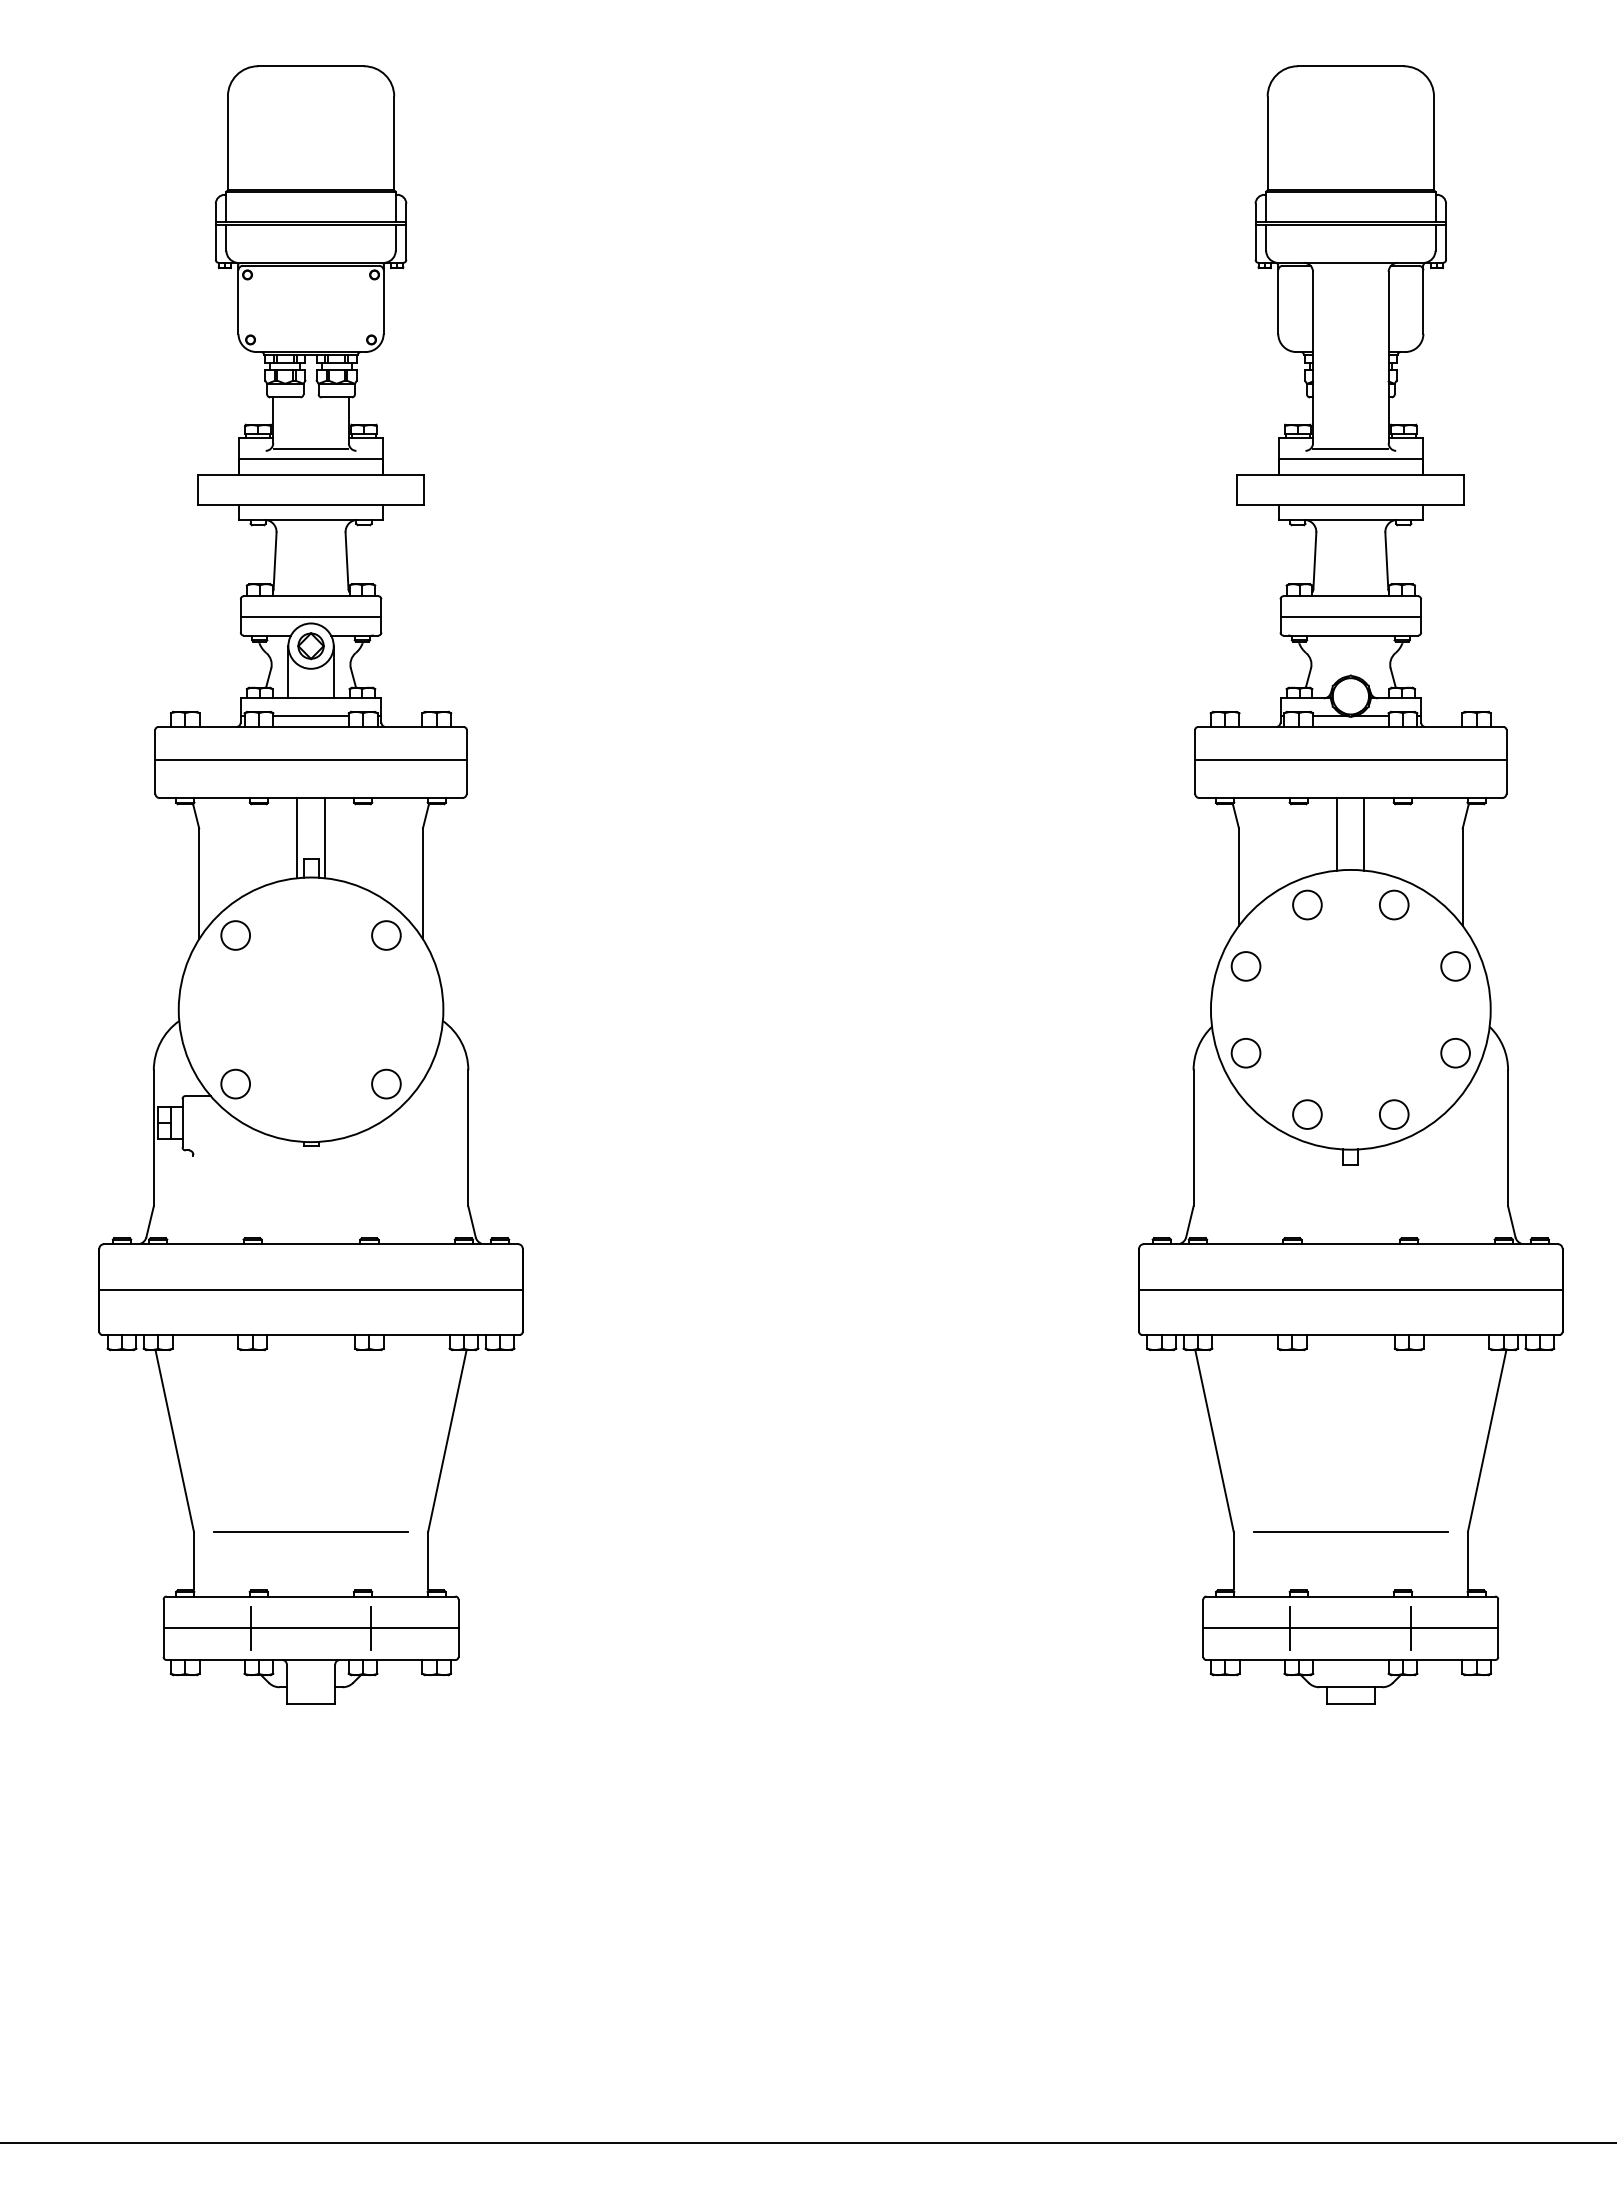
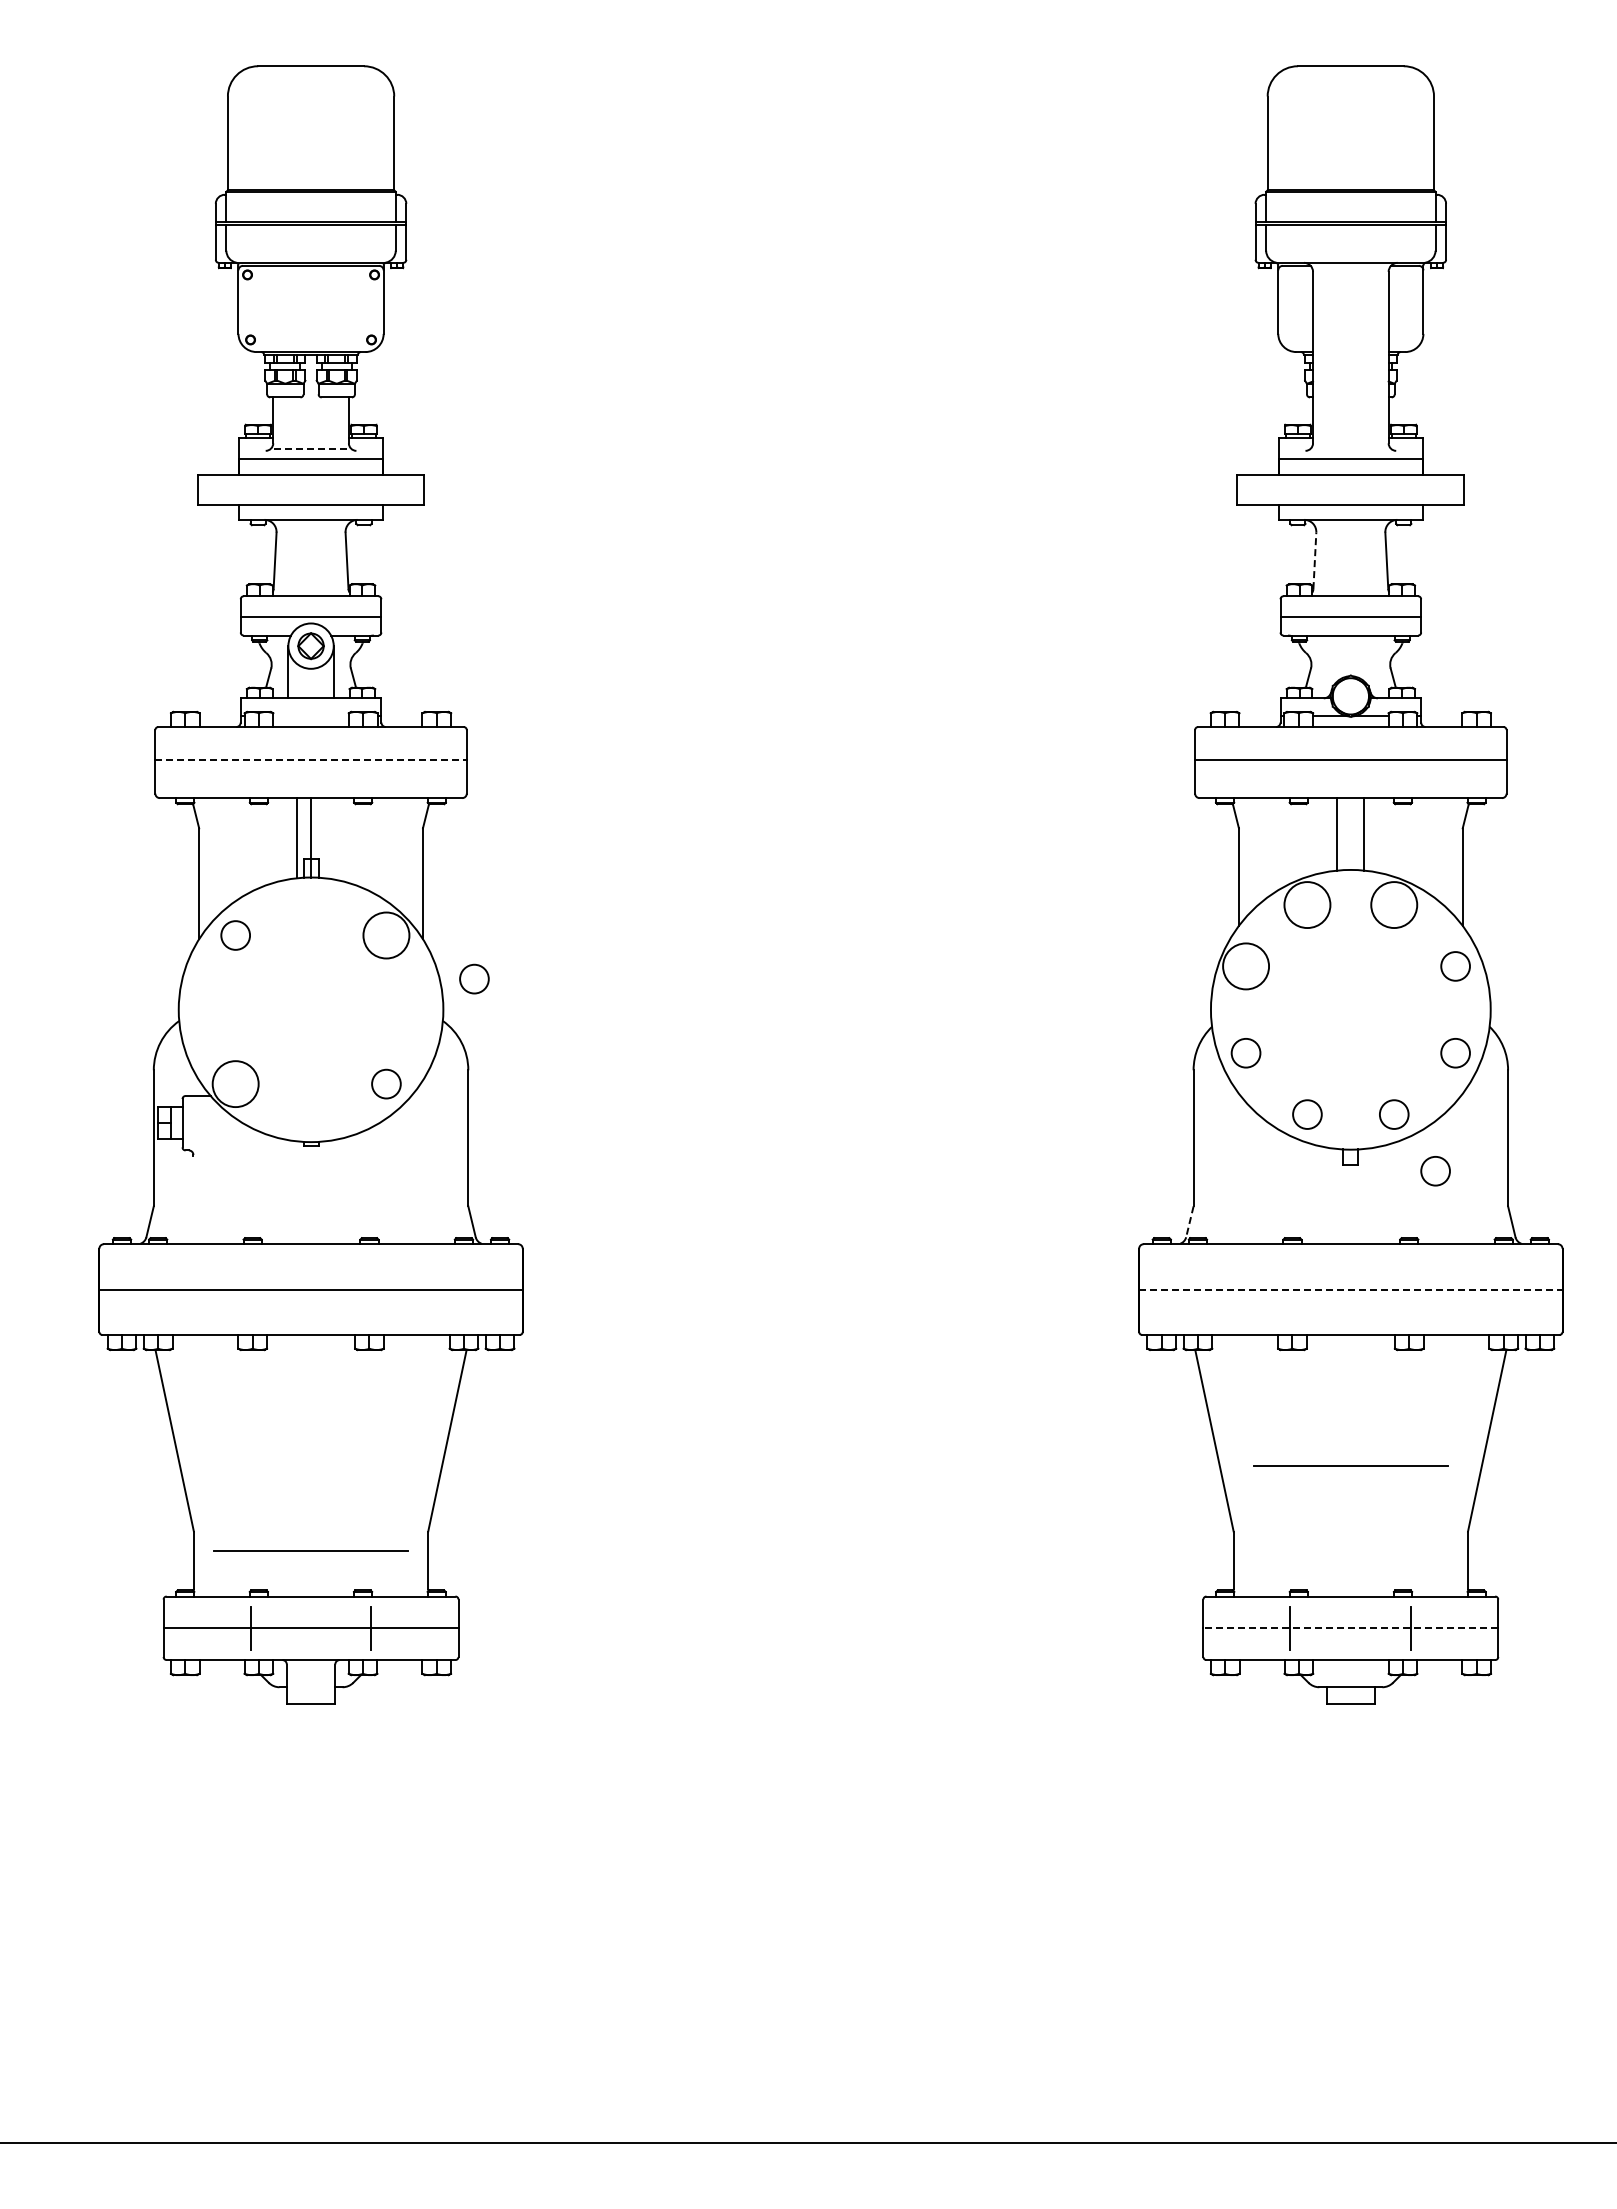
line at (311, 448): solid -> dashed
line at (1350, 448): present -> none
line at (1314, 560): solid -> dashed
line at (310, 716): present -> none
line at (311, 760): solid -> dashed
line at (324, 838) position: (324, 838) -> (310, 838)
circle at (1307, 904) diameter: 29 px -> 46 px
circle at (1393, 904) diameter: 29 px -> 46 px
circle at (386, 935) diameter: 29 px -> 46 px
circle at (1245, 966) diameter: 29 px -> 46 px
circle at (474, 978): none -> present
circle at (235, 1083) diameter: 29 px -> 46 px
circle at (1435, 1171): none -> present
line at (1189, 1221): solid -> dashed
line at (1350, 1289): solid -> dashed
line at (310, 1531) position: (310, 1531) -> (310, 1550)
line at (1350, 1531) position: (1350, 1531) -> (1350, 1465)
line at (1350, 1628): solid -> dashed
